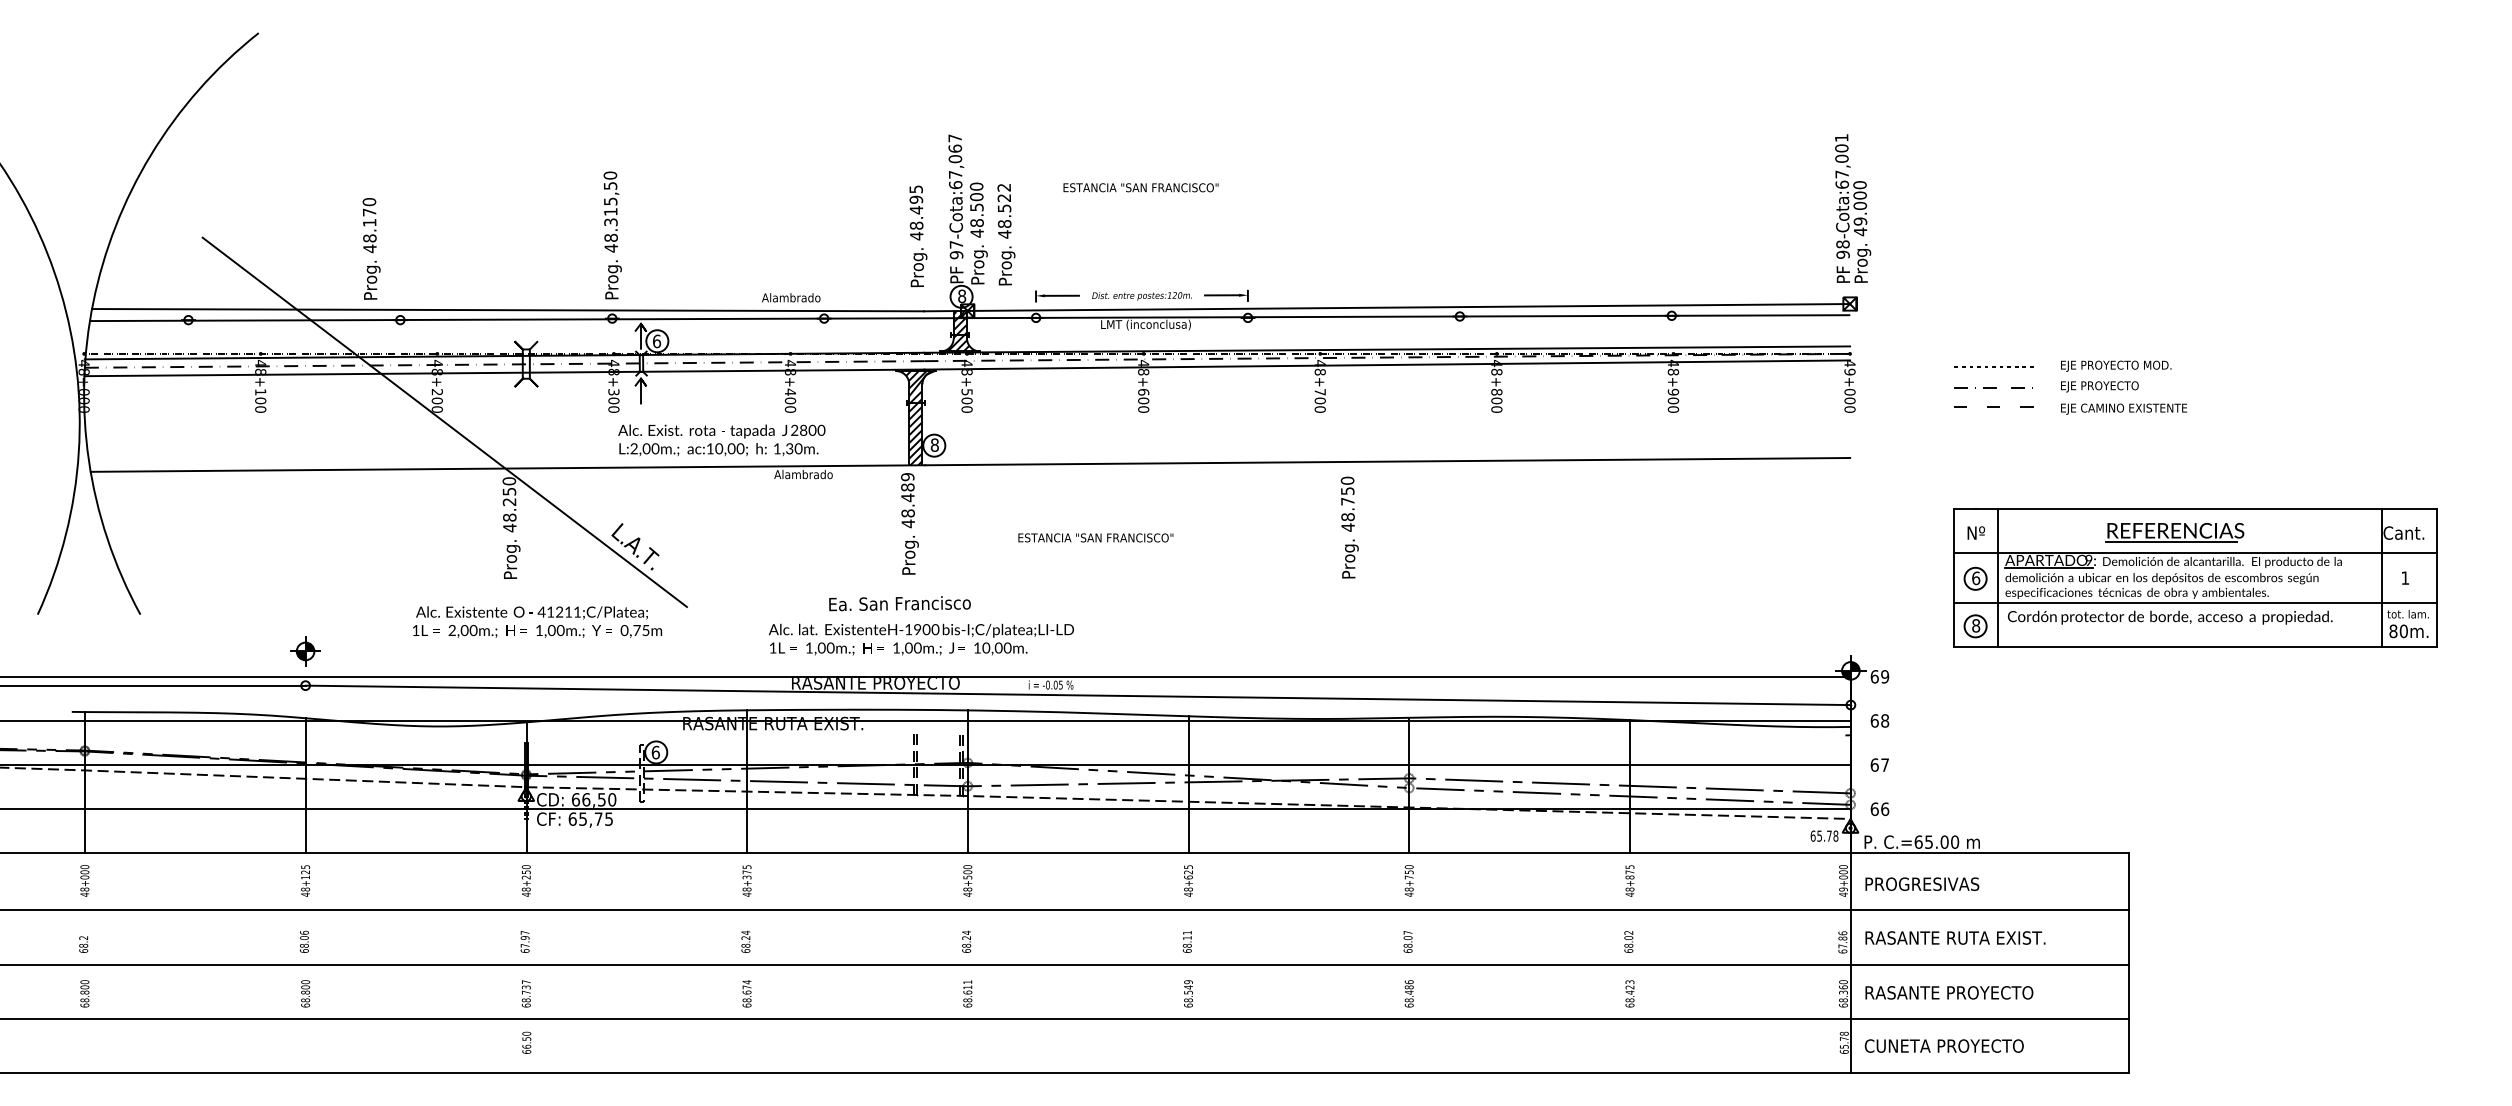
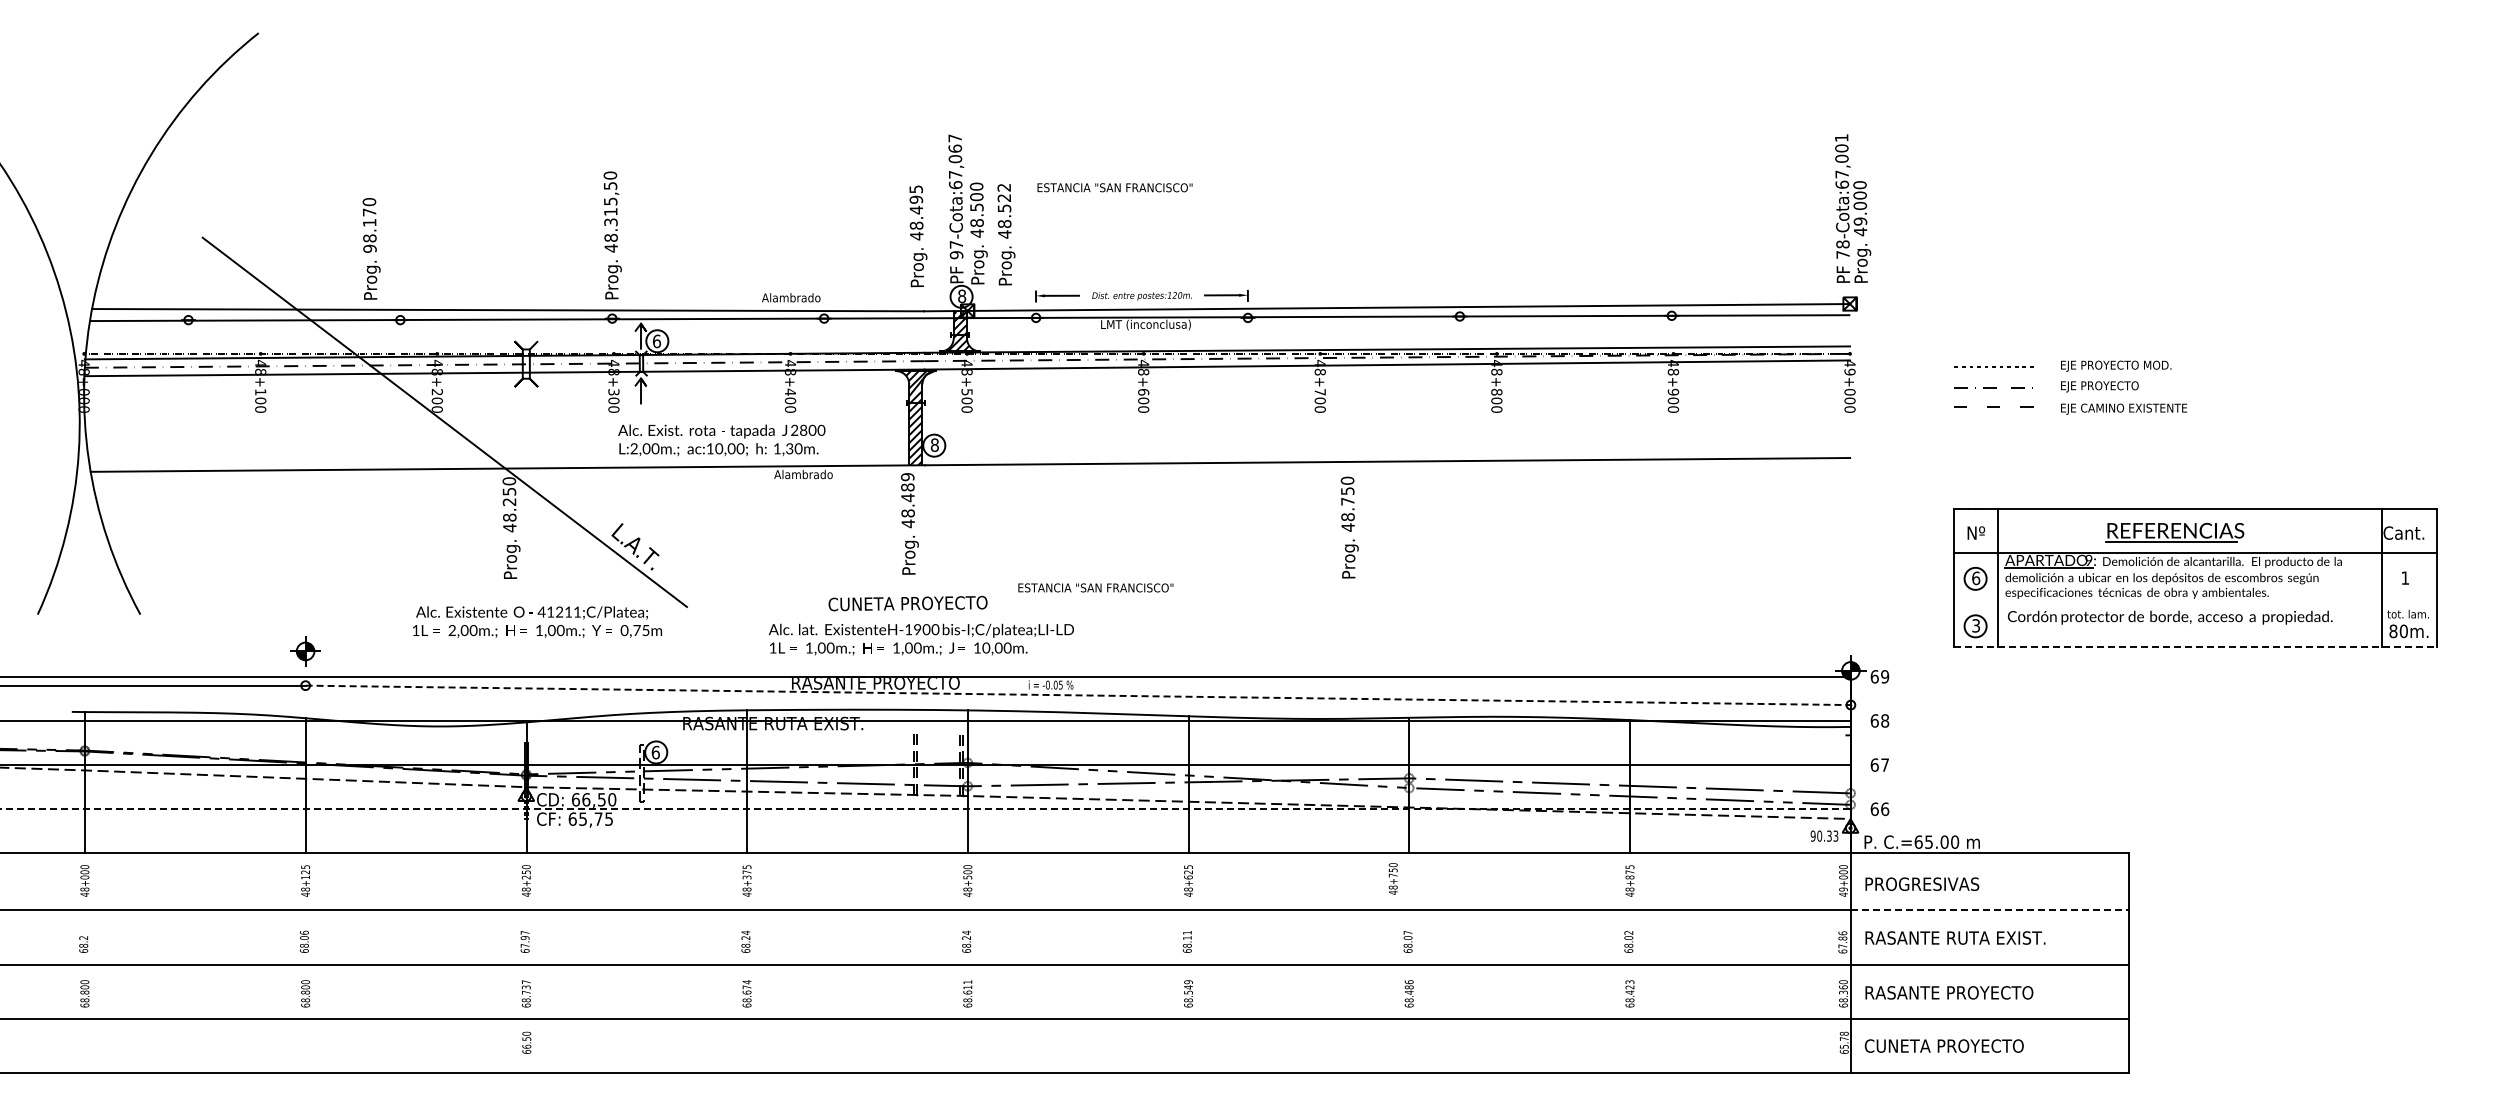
text at (1140, 187) position: (1140, 187) -> (1114, 187)
text at (369, 248): 48.170 -> 98.170
text at (1842, 254): 98-Cota:67,001 -> 78-Cota:67,001
text at (1095, 537) position: (1095, 537) -> (1095, 587)
text at (907, 603): Ea. San Francisco -> CUNETA PROYECTO
line at (2195, 603): present -> none
text at (1976, 625): 8 -> 3
line at (2195, 647): solid -> dashed
line at (1078, 695): solid -> dashed
line at (926, 809): solid -> dashed
text at (1824, 835): 65.78 -> 90.33
text at (1408, 880) position: (1408, 880) -> (1392, 878)
line at (1990, 909): solid -> dashed
